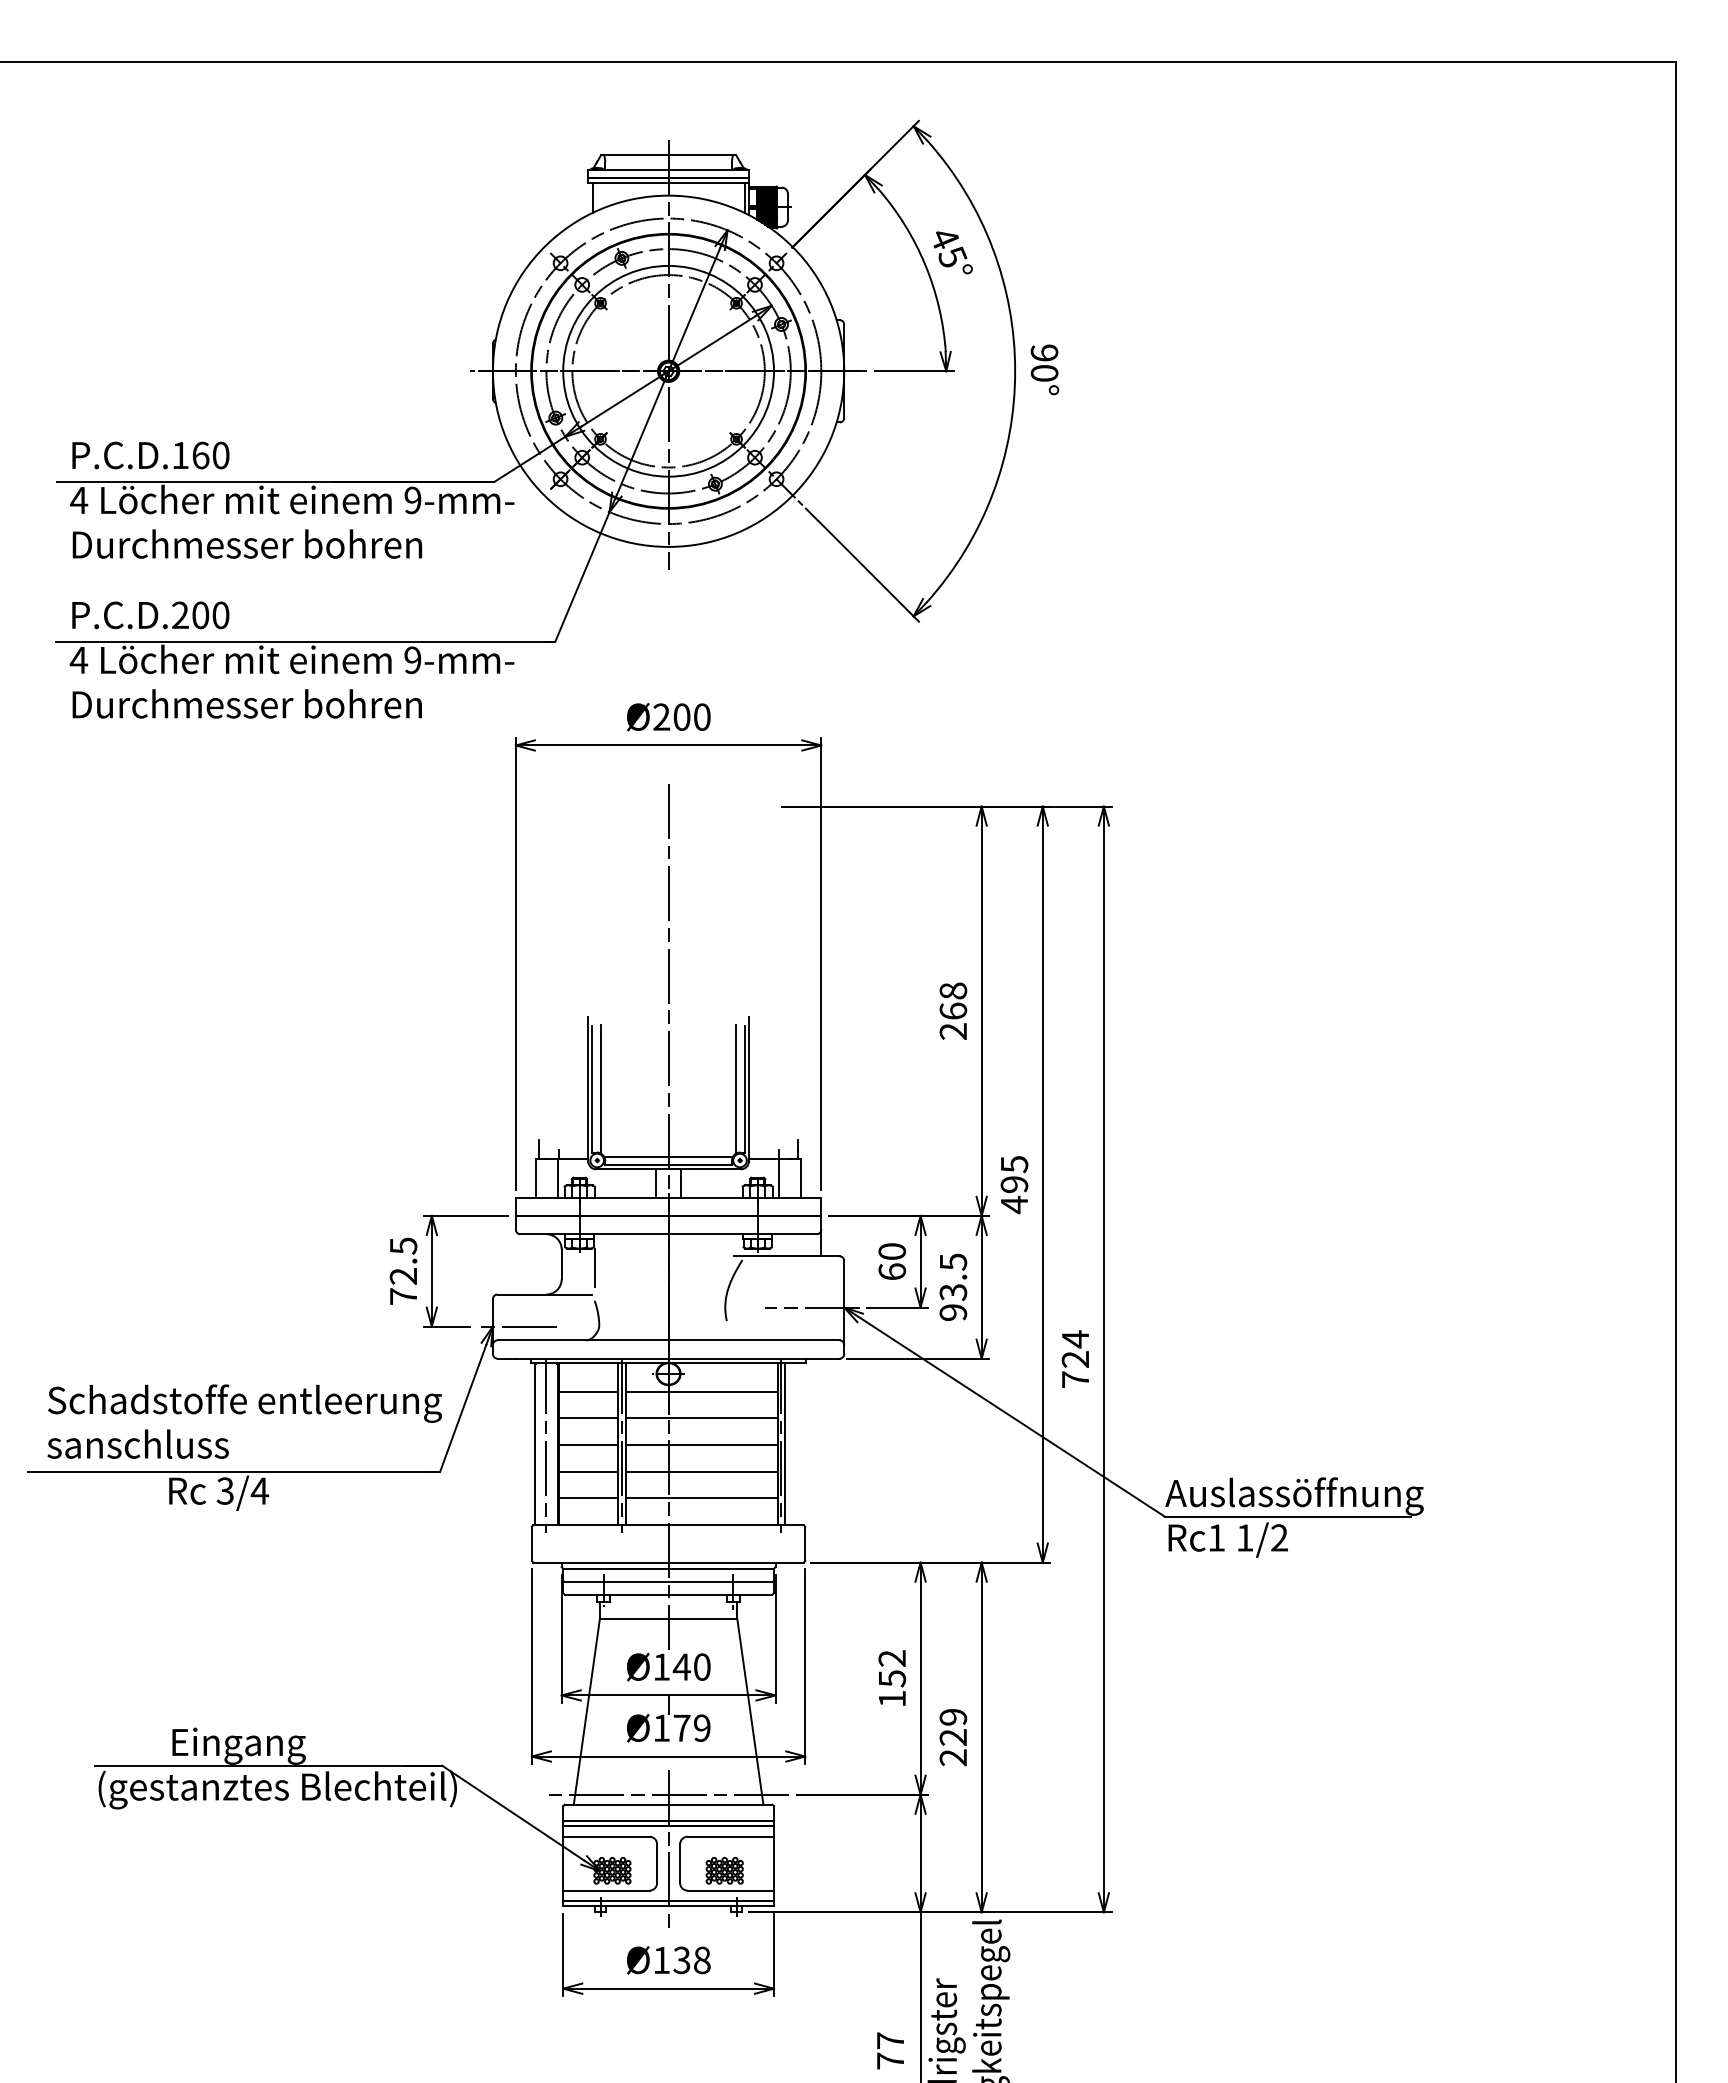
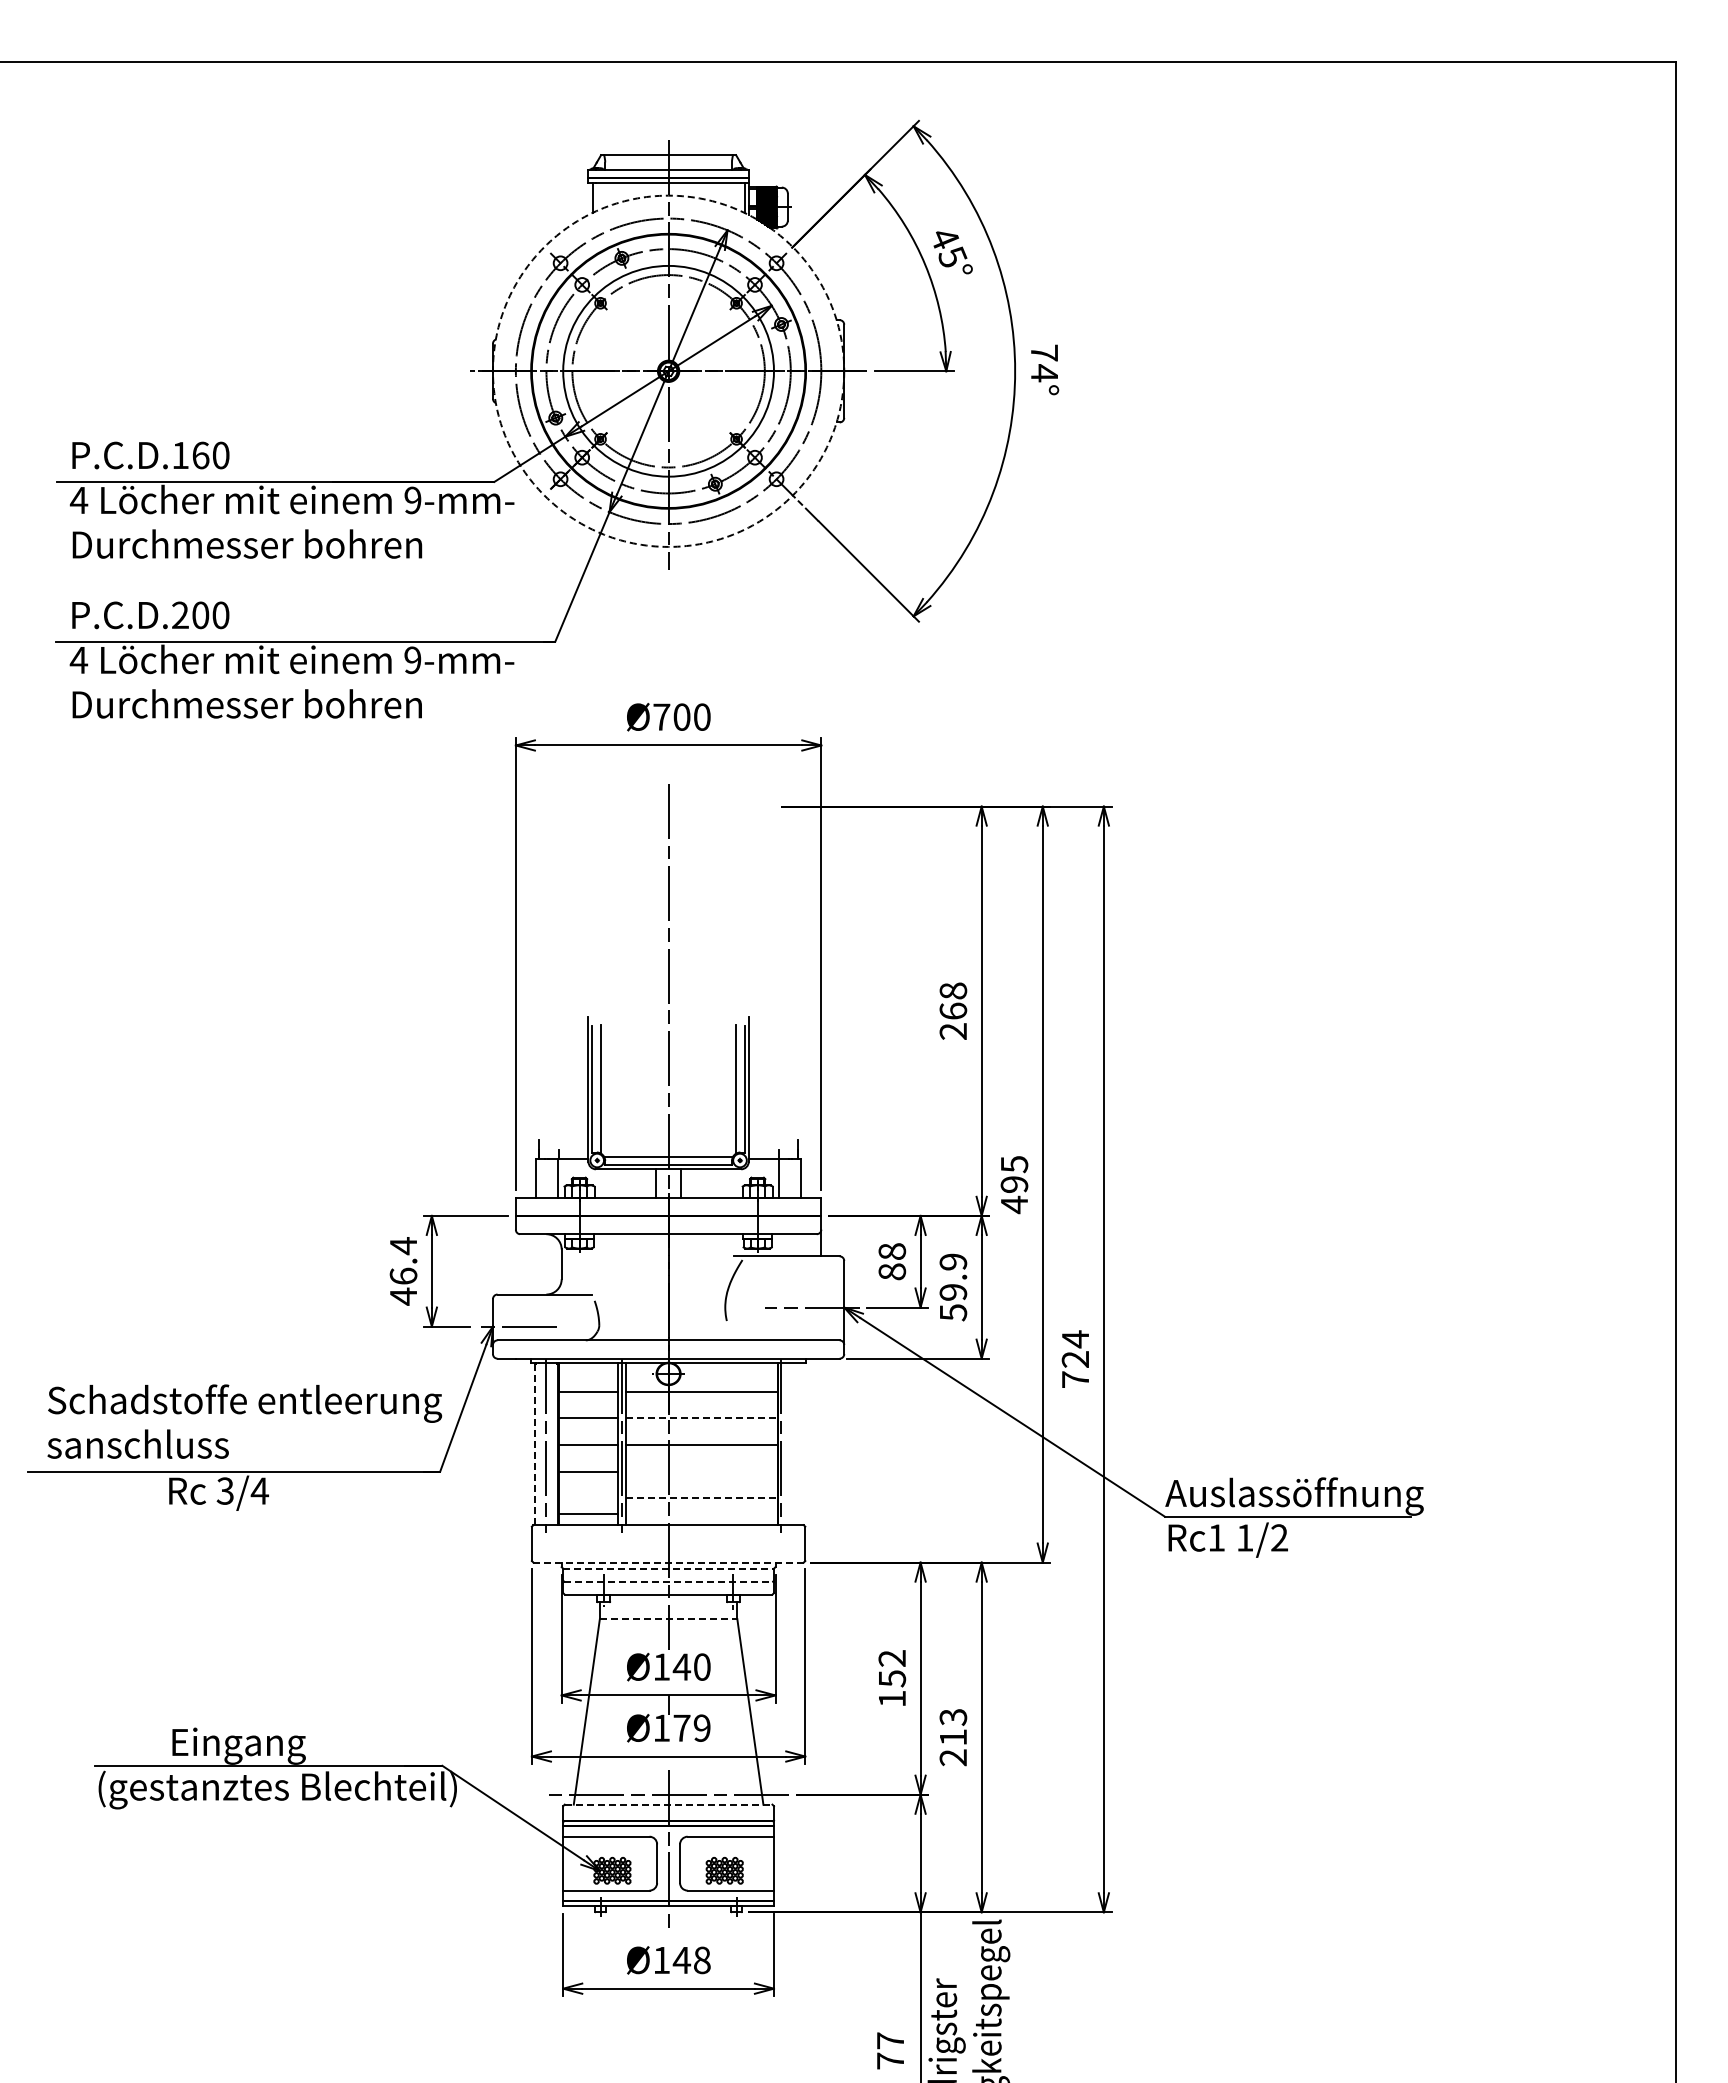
text at (1044, 363): 90° -> 74°
circle at (668, 370): solid -> dashed
text at (661, 716): Ø200 -> Ø700
text at (892, 1261): 60 -> 88
line at (594, 1267): present -> none
text at (403, 1271): 72.5 -> 46.4
text at (953, 1287): 93.5 -> 59.9
line at (702, 1418): solid -> dashed
line at (534, 1444): solid -> dashed
line at (785, 1444): present -> none
line at (701, 1471): present -> none
line at (588, 1498) position: (588, 1498) -> (588, 1514)
line at (702, 1498): solid -> dashed
line at (669, 1562): solid -> dashed
line at (669, 1568): solid -> dashed
line at (668, 1581): solid -> dashed
line at (668, 1619): solid -> dashed
text at (953, 1727): 229 -> 213
line at (668, 1804): solid -> dashed
text at (681, 1960): Ø138 -> Ø148
